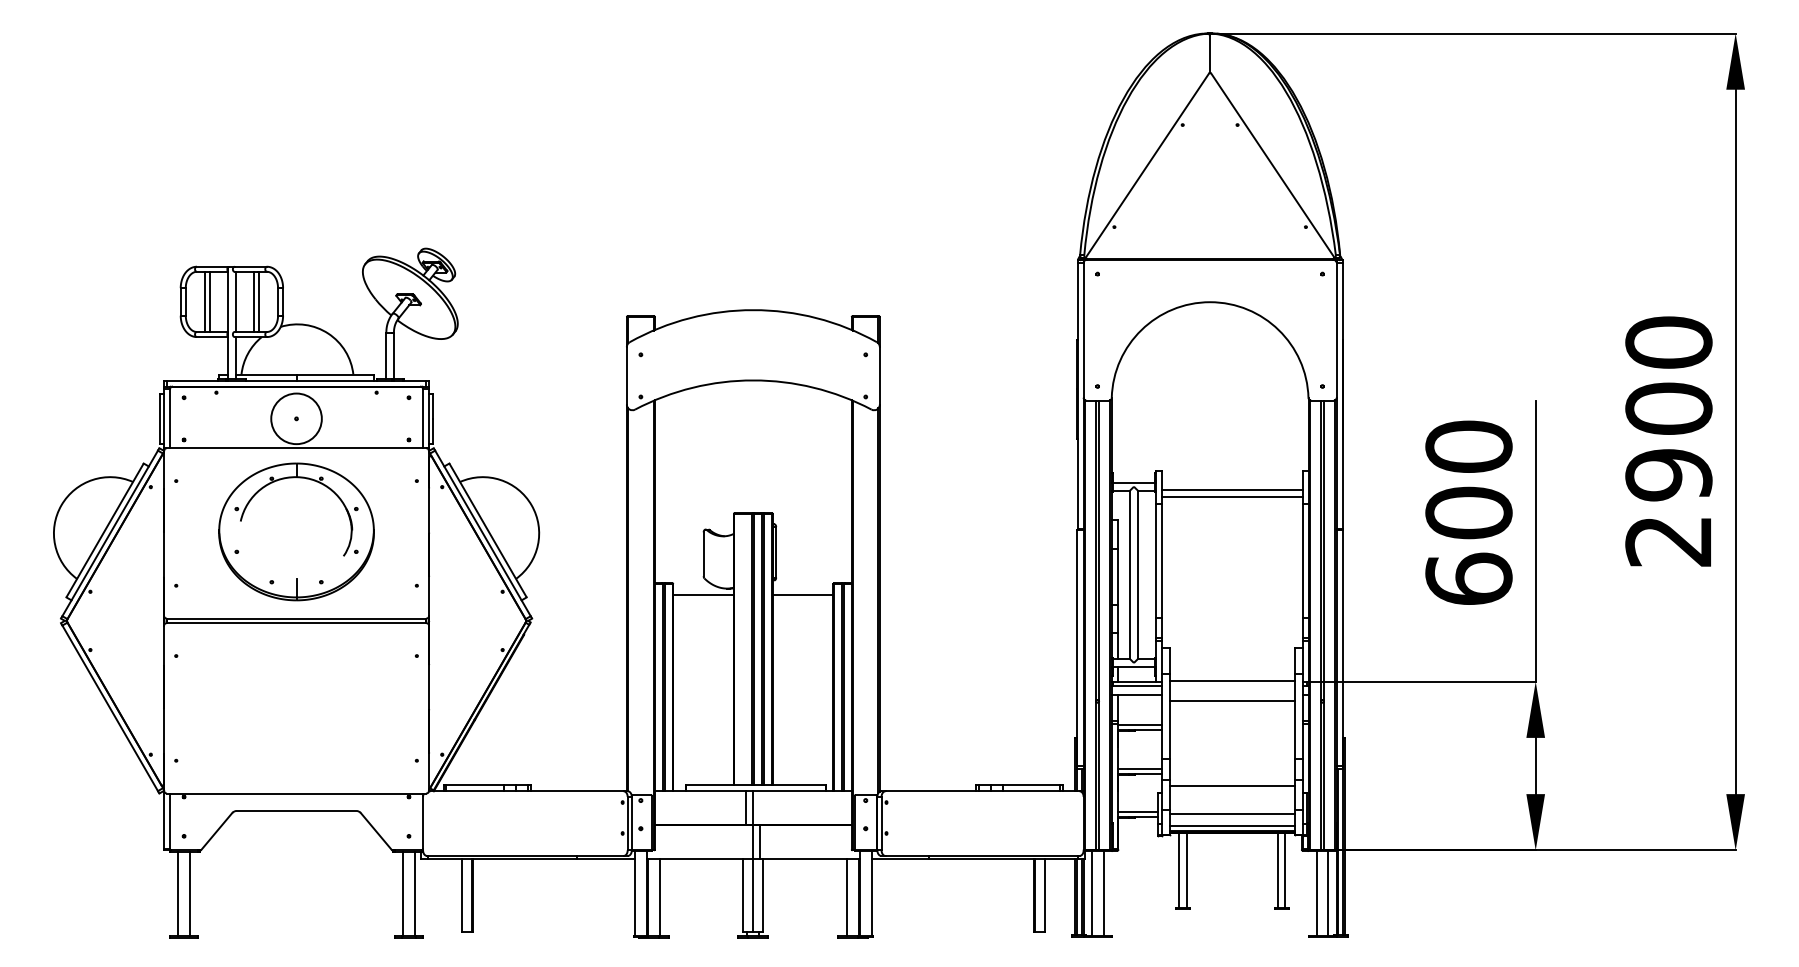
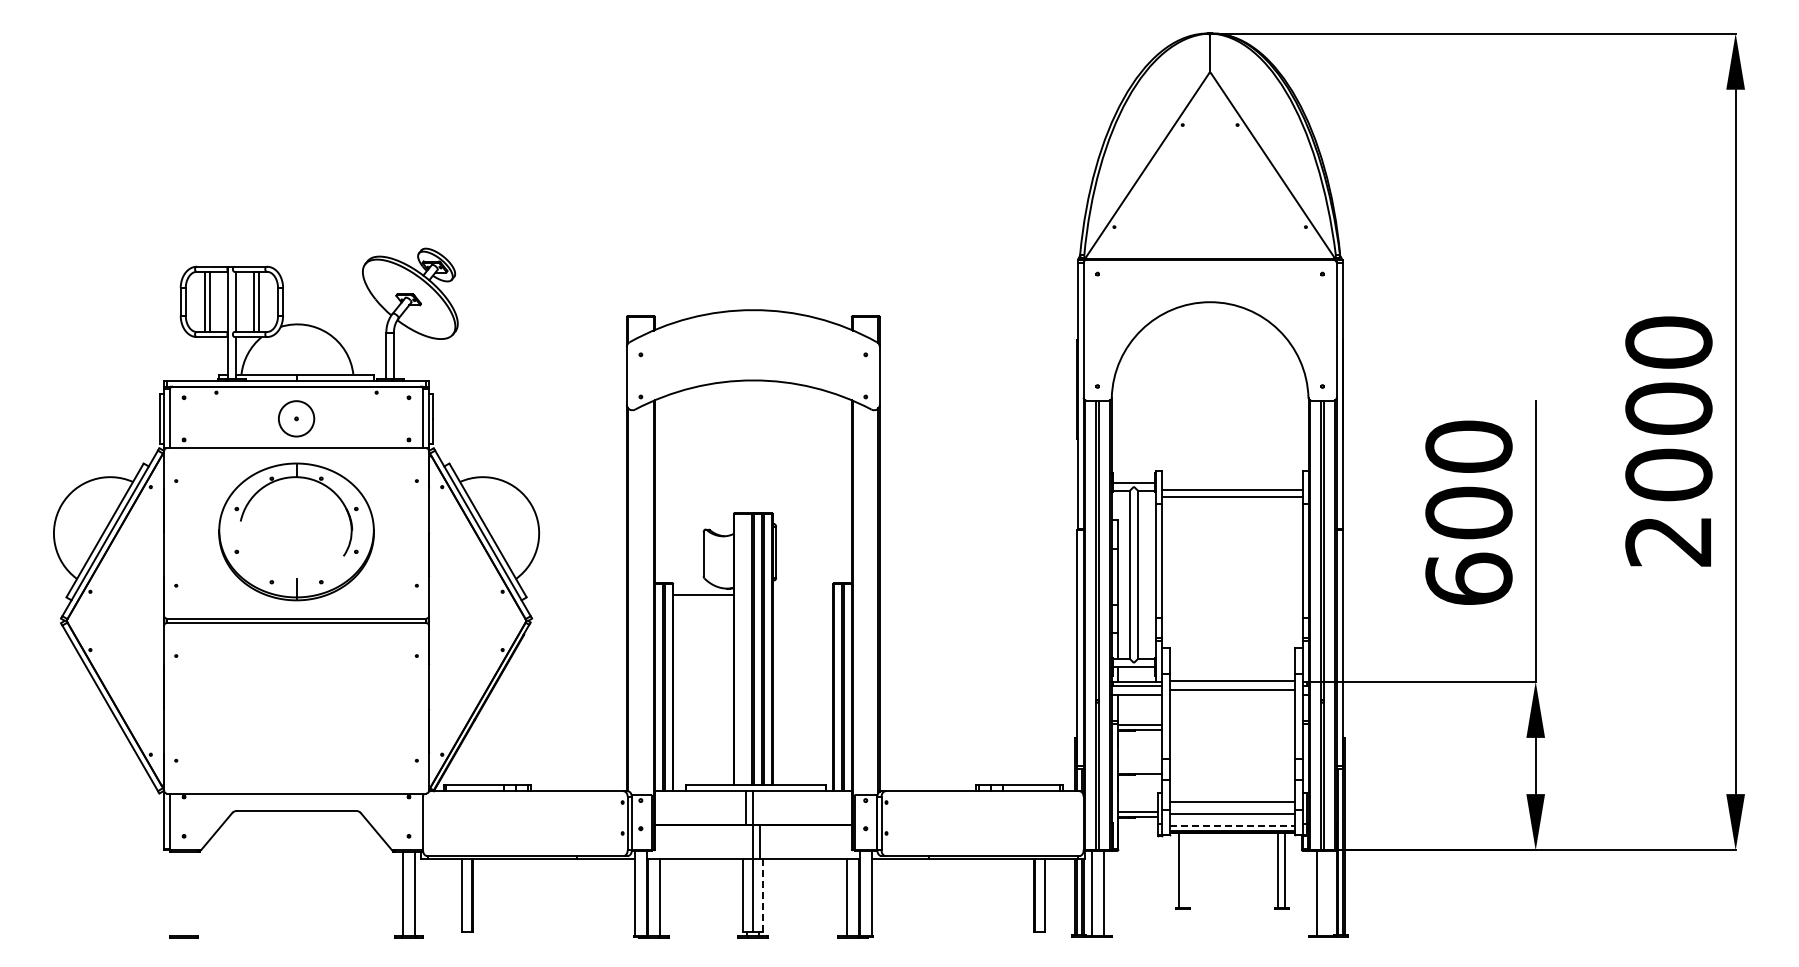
circle at (296, 418) diameter: 51 px -> 35 px
text at (1668, 474): 2900 -> 2000
line at (802, 594): present -> none
line at (1232, 701) position: (1232, 701) -> (1232, 690)
line at (1139, 768): present -> none
line at (1232, 785) position: (1232, 785) -> (1232, 801)
line at (1232, 825): solid -> dashed
line at (1186, 870): present -> none
line at (1328, 893): present -> none
line at (178, 894): present -> none
line at (190, 894): present -> none
line at (763, 895): solid -> dashed
